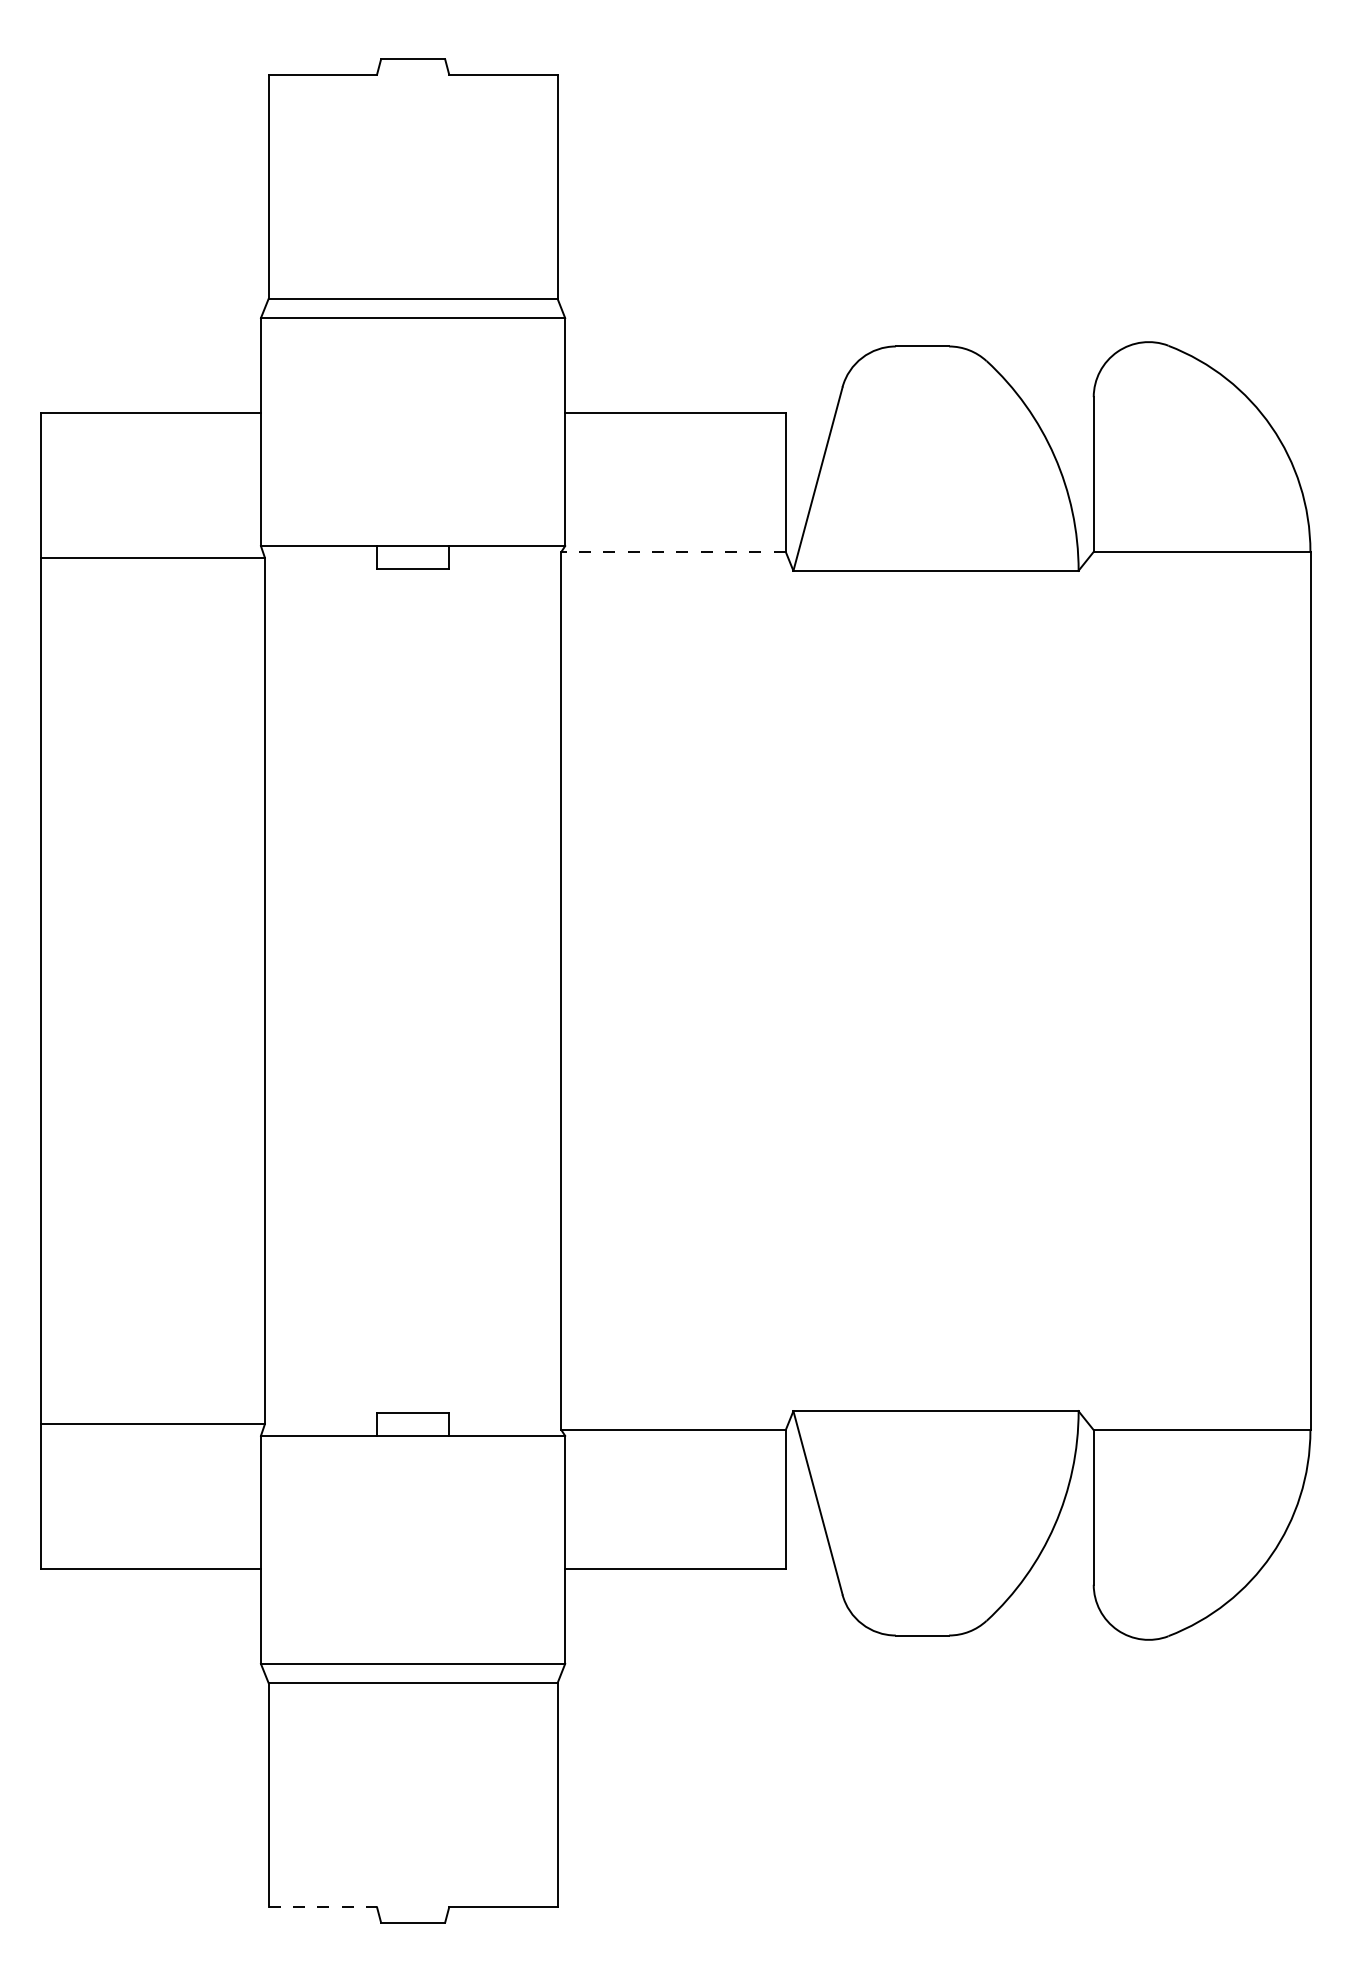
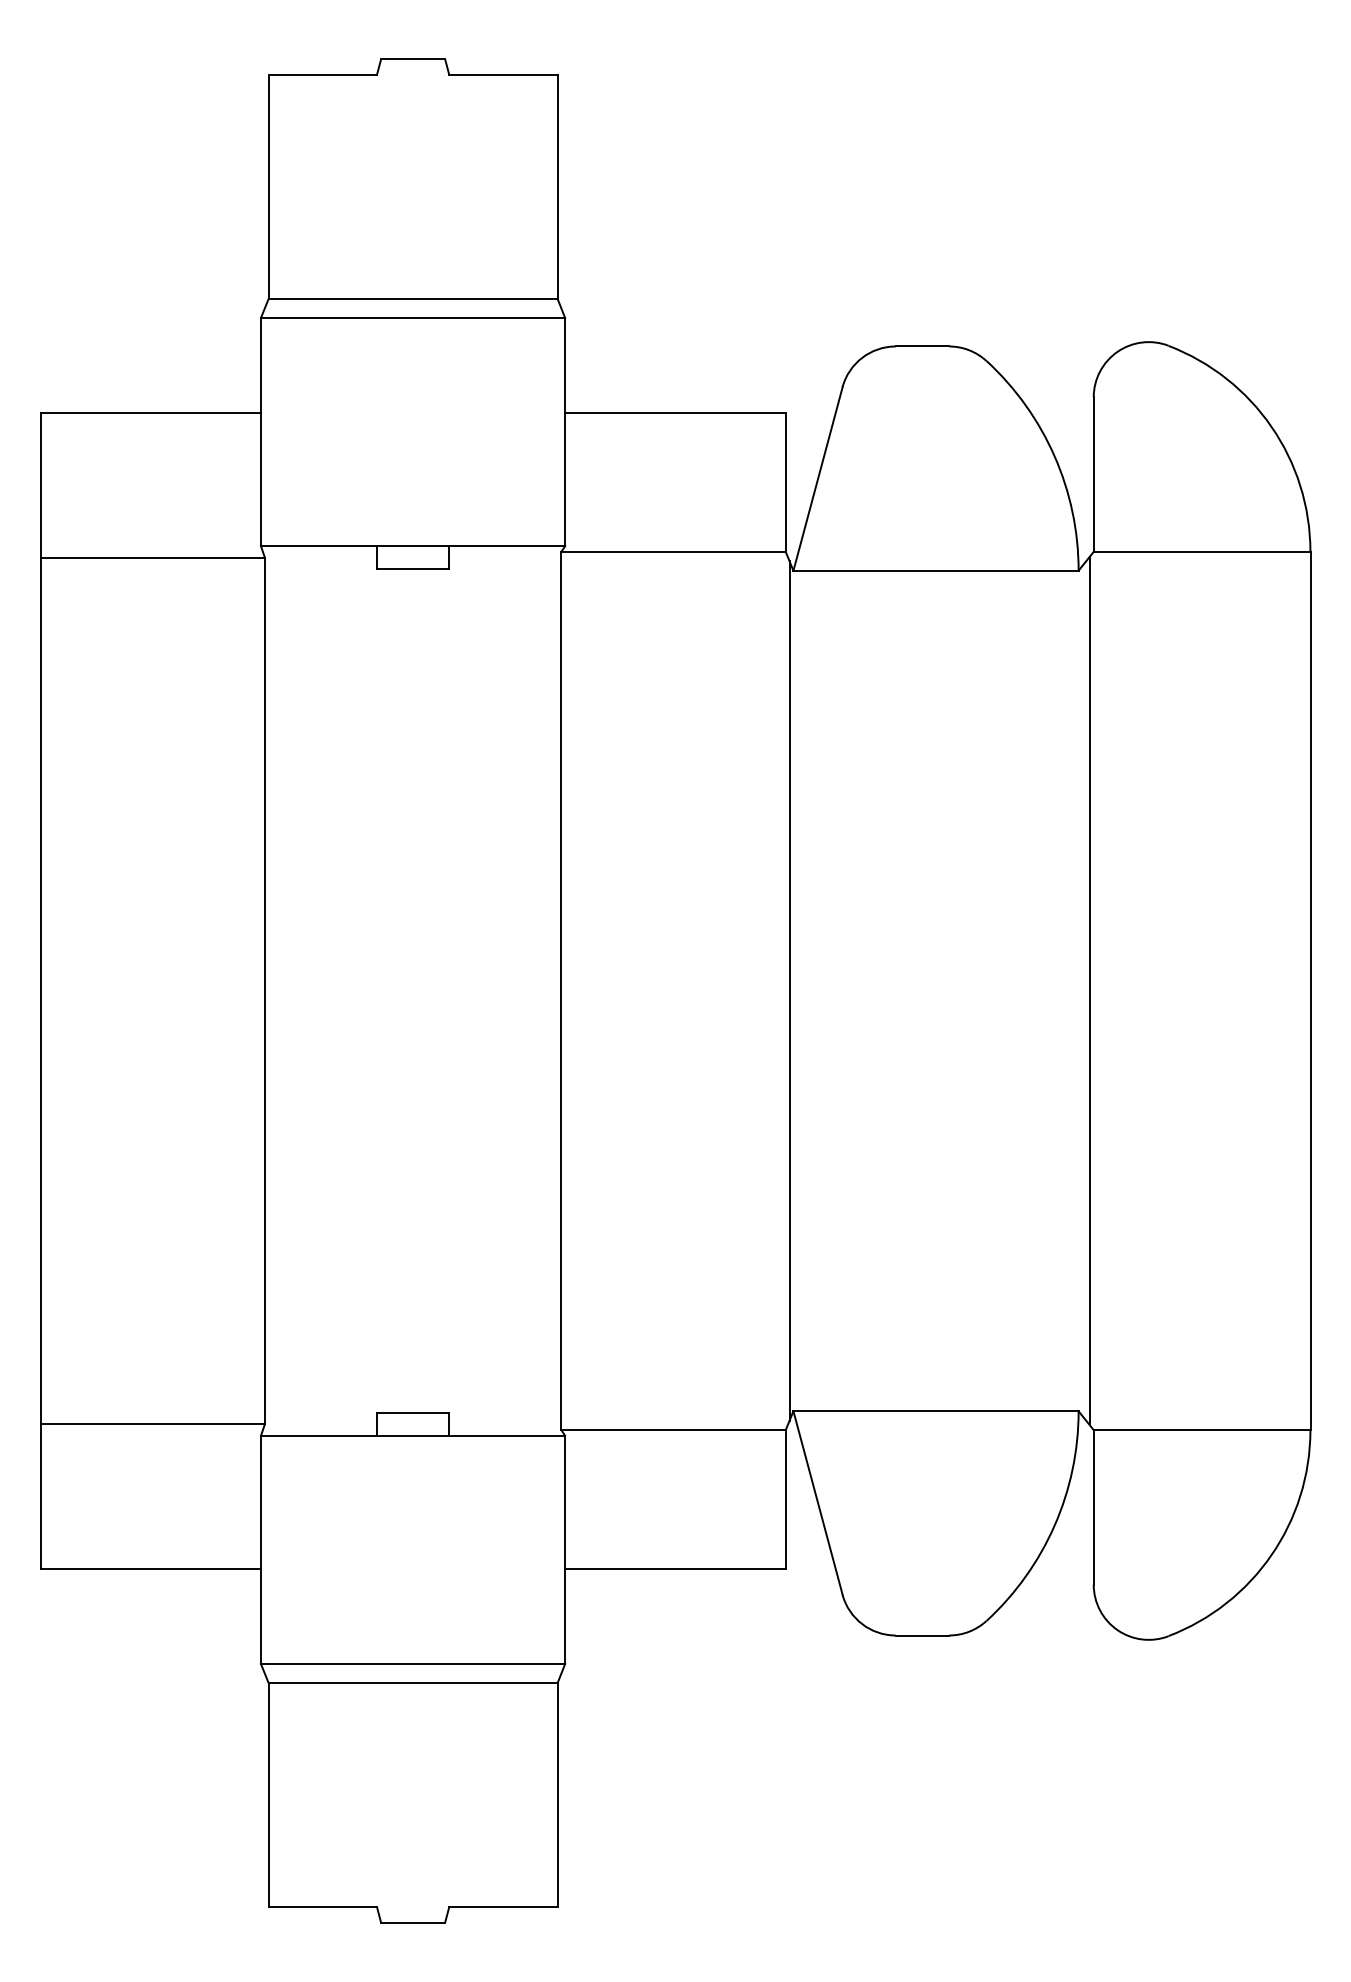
line at (673, 551): dashed -> solid
line at (789, 990): none -> present
line at (1089, 990): none -> present
line at (323, 1907): dashed -> solid
